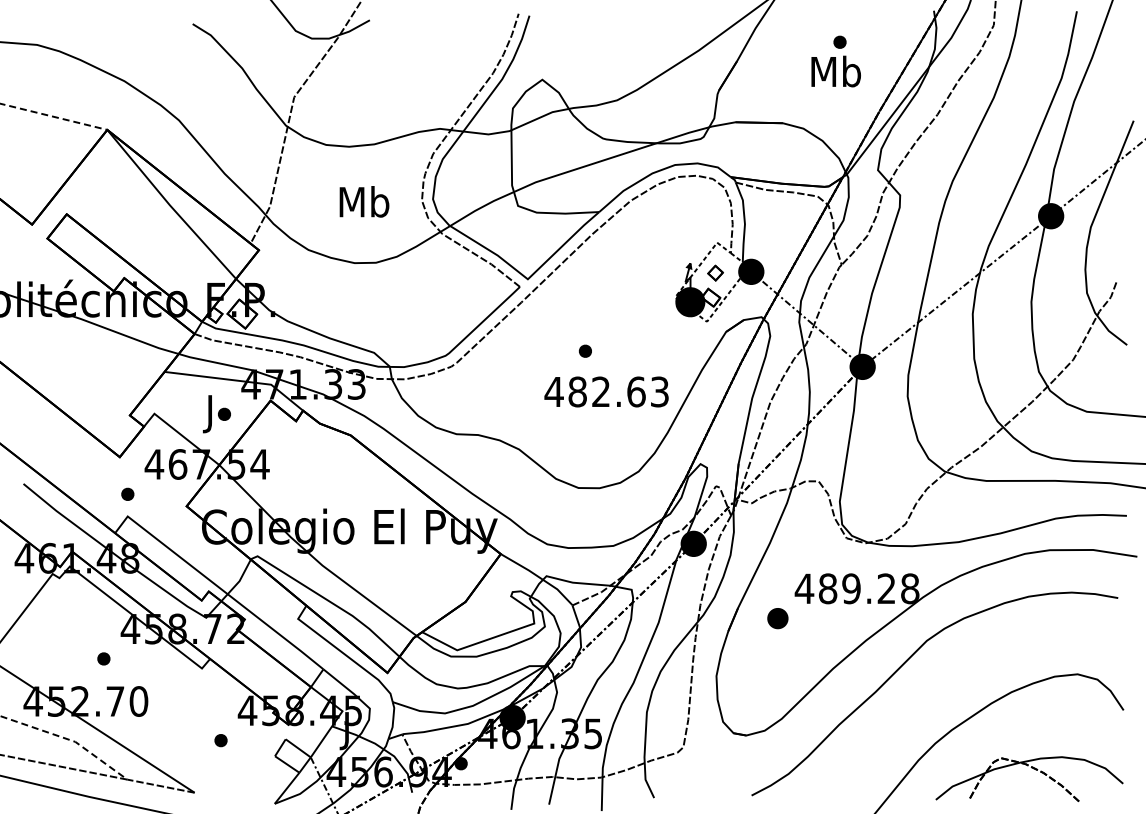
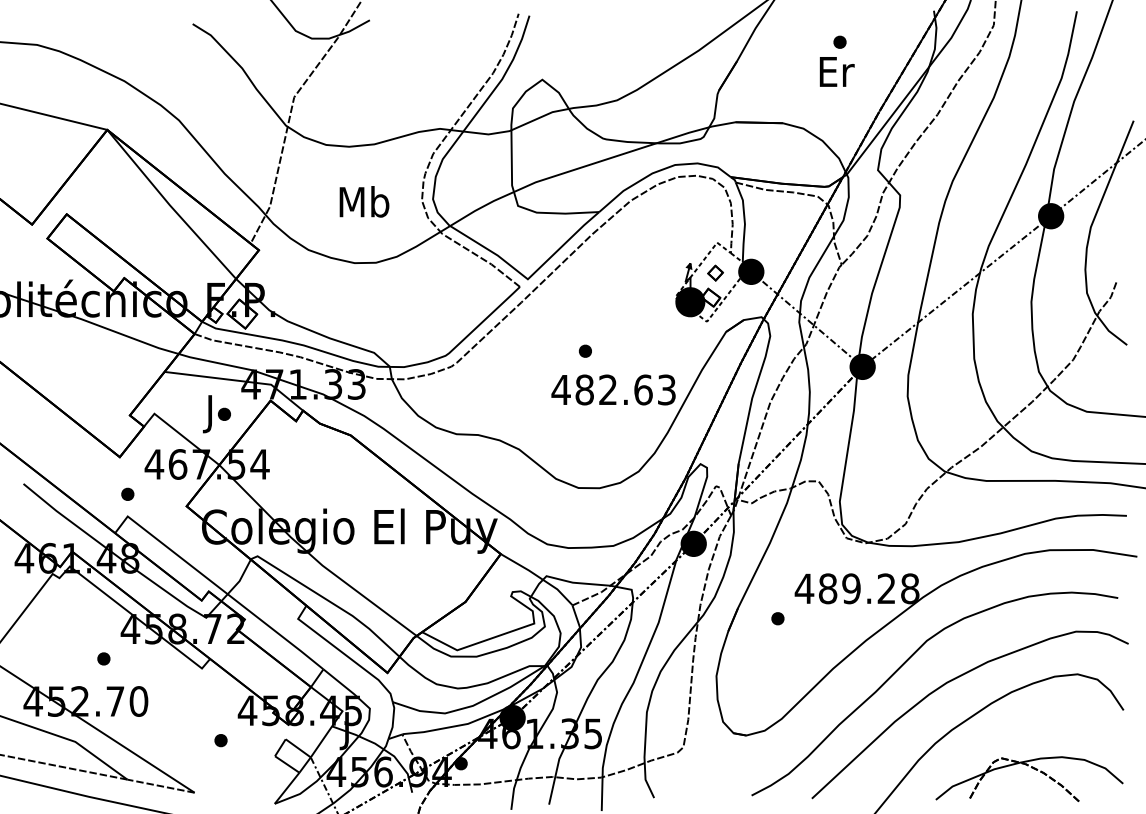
text at (836, 71): Mb -> Er
line at (53, 116): dashed -> solid
text at (606, 391) position: (606, 391) -> (613, 389)
part at (777, 618) size: 22x22 px -> 14x14 px
curve at (953, 680): none -> present
line at (68, 739): dashed -> solid
